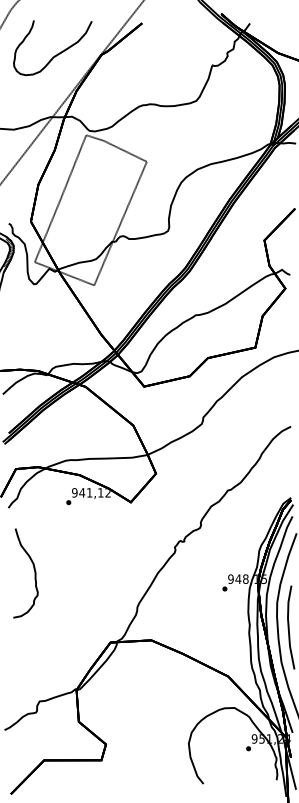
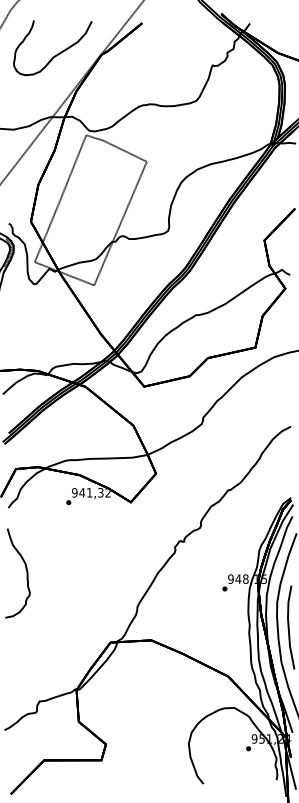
text at (100, 492): 941,12 -> 941,32
curve at (33, 569) position: (33, 569) -> (25, 569)
